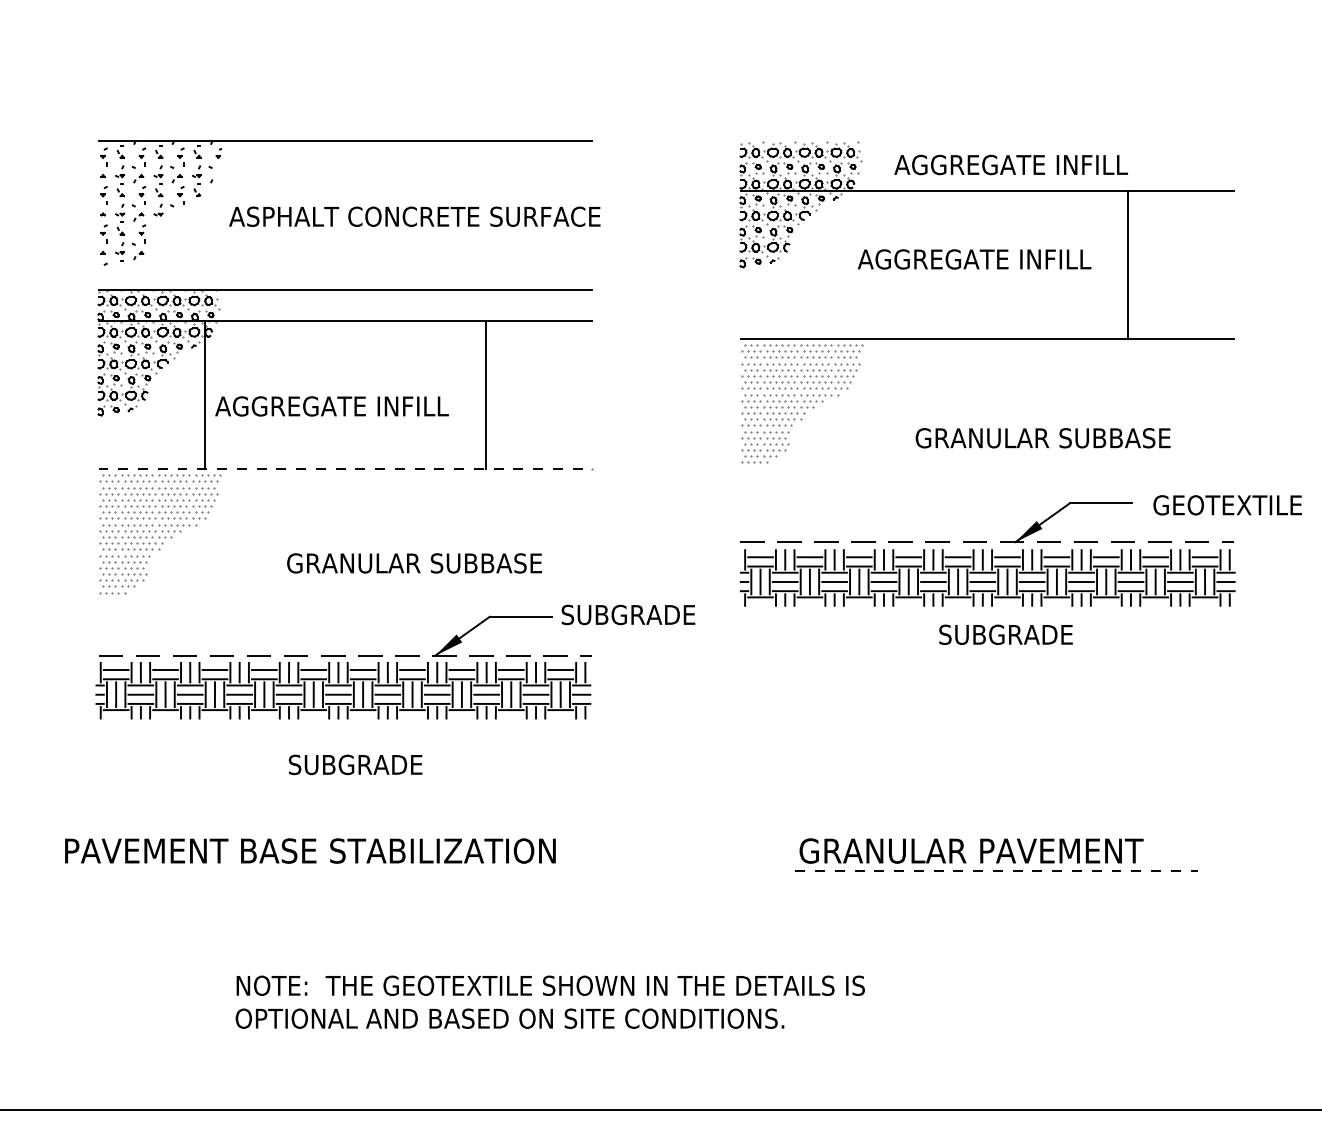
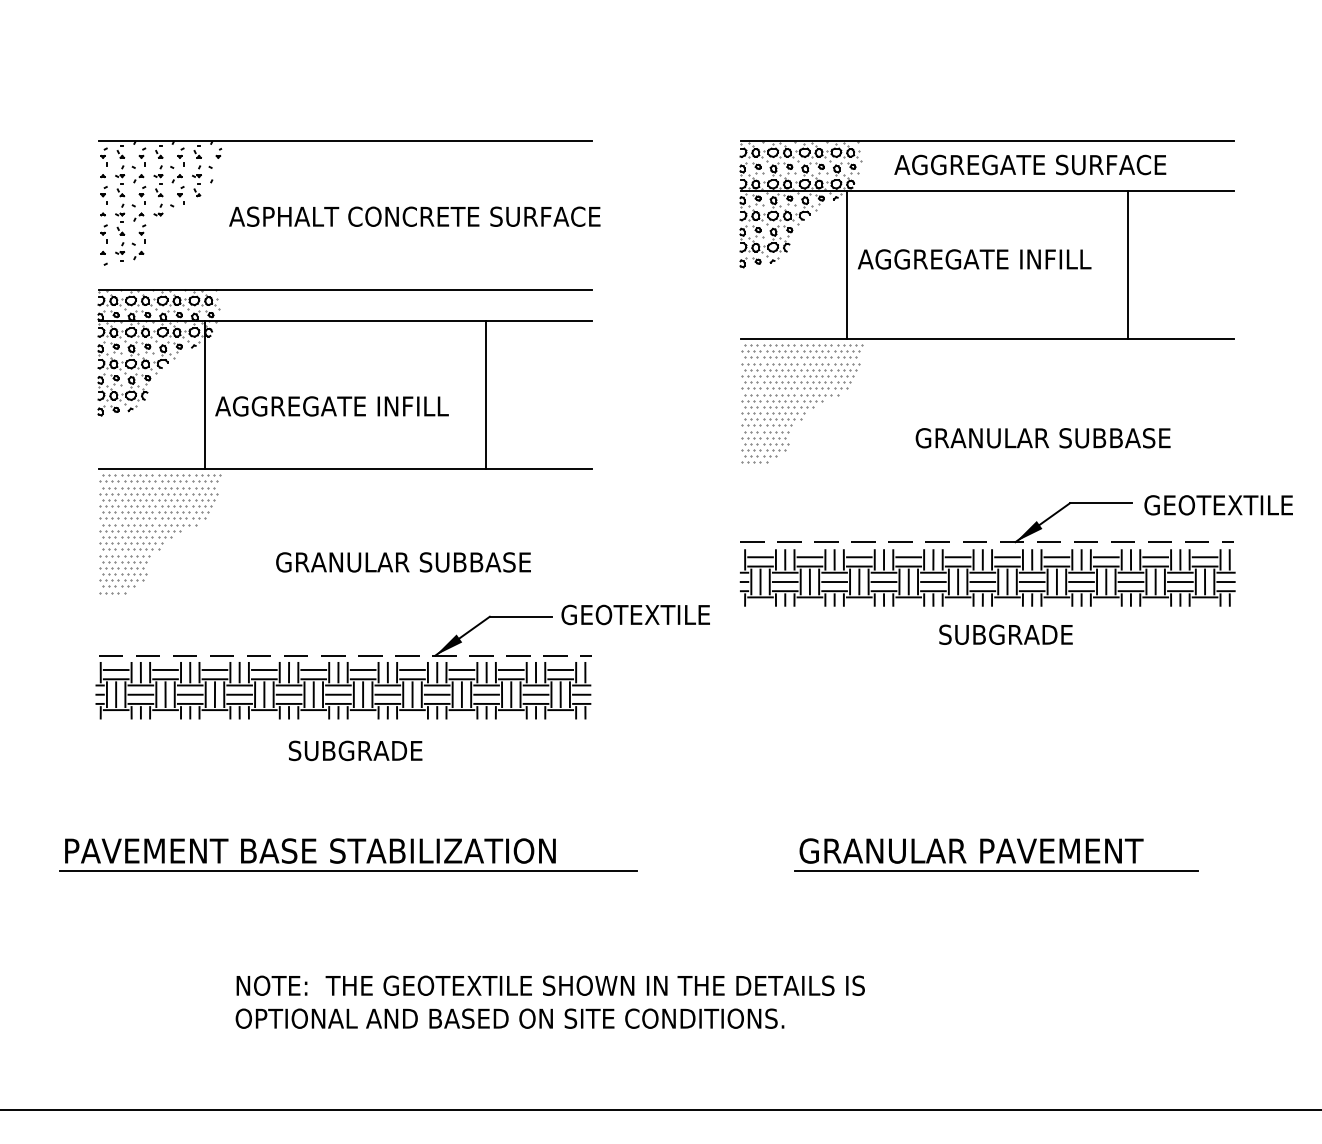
line at (987, 141): none -> present
text at (1111, 164): AGGREGATE INFILL -> AGGREGATE SURFACE
line at (846, 264): none -> present
line at (345, 469): dashed -> solid
text at (1227, 505) position: (1227, 505) -> (1218, 505)
text at (414, 563) position: (414, 563) -> (403, 562)
text at (635, 614): SUBGRADE -> GEOTEXTILE
text at (355, 764) position: (355, 764) -> (355, 750)
line at (348, 871): none -> present
line at (996, 871): dashed -> solid
